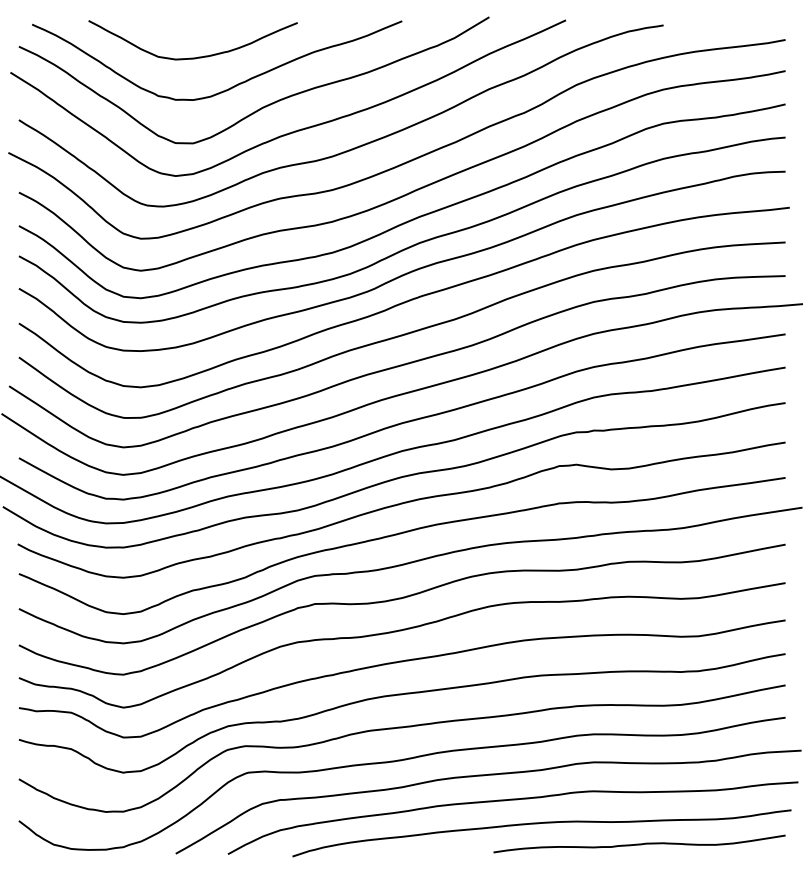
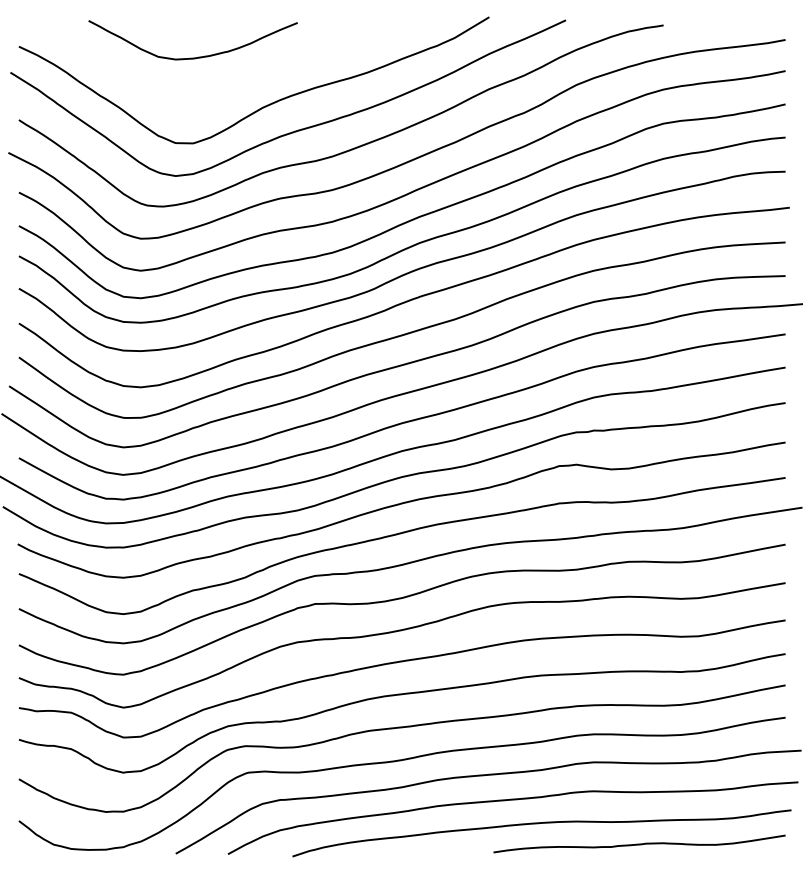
curve at (230, 87): present -> none
